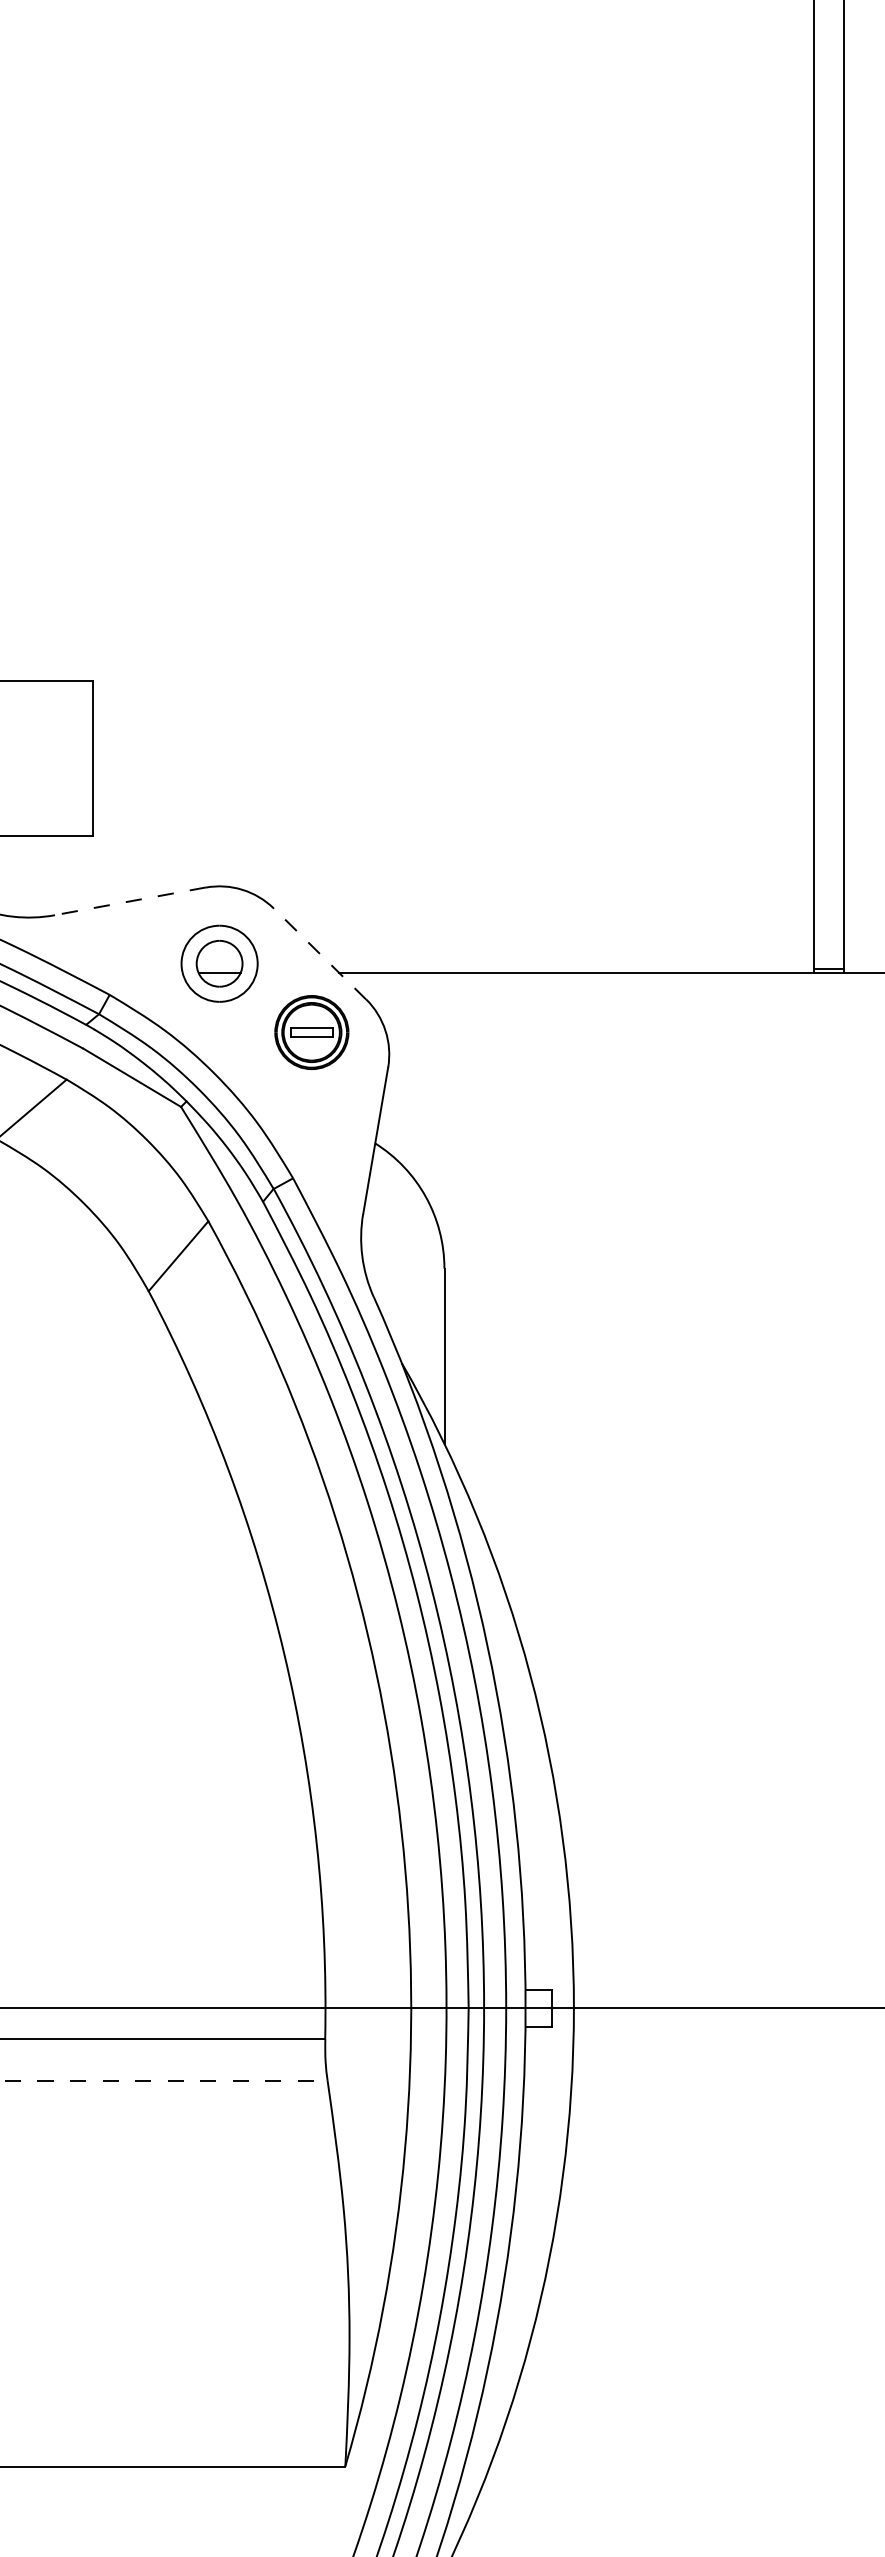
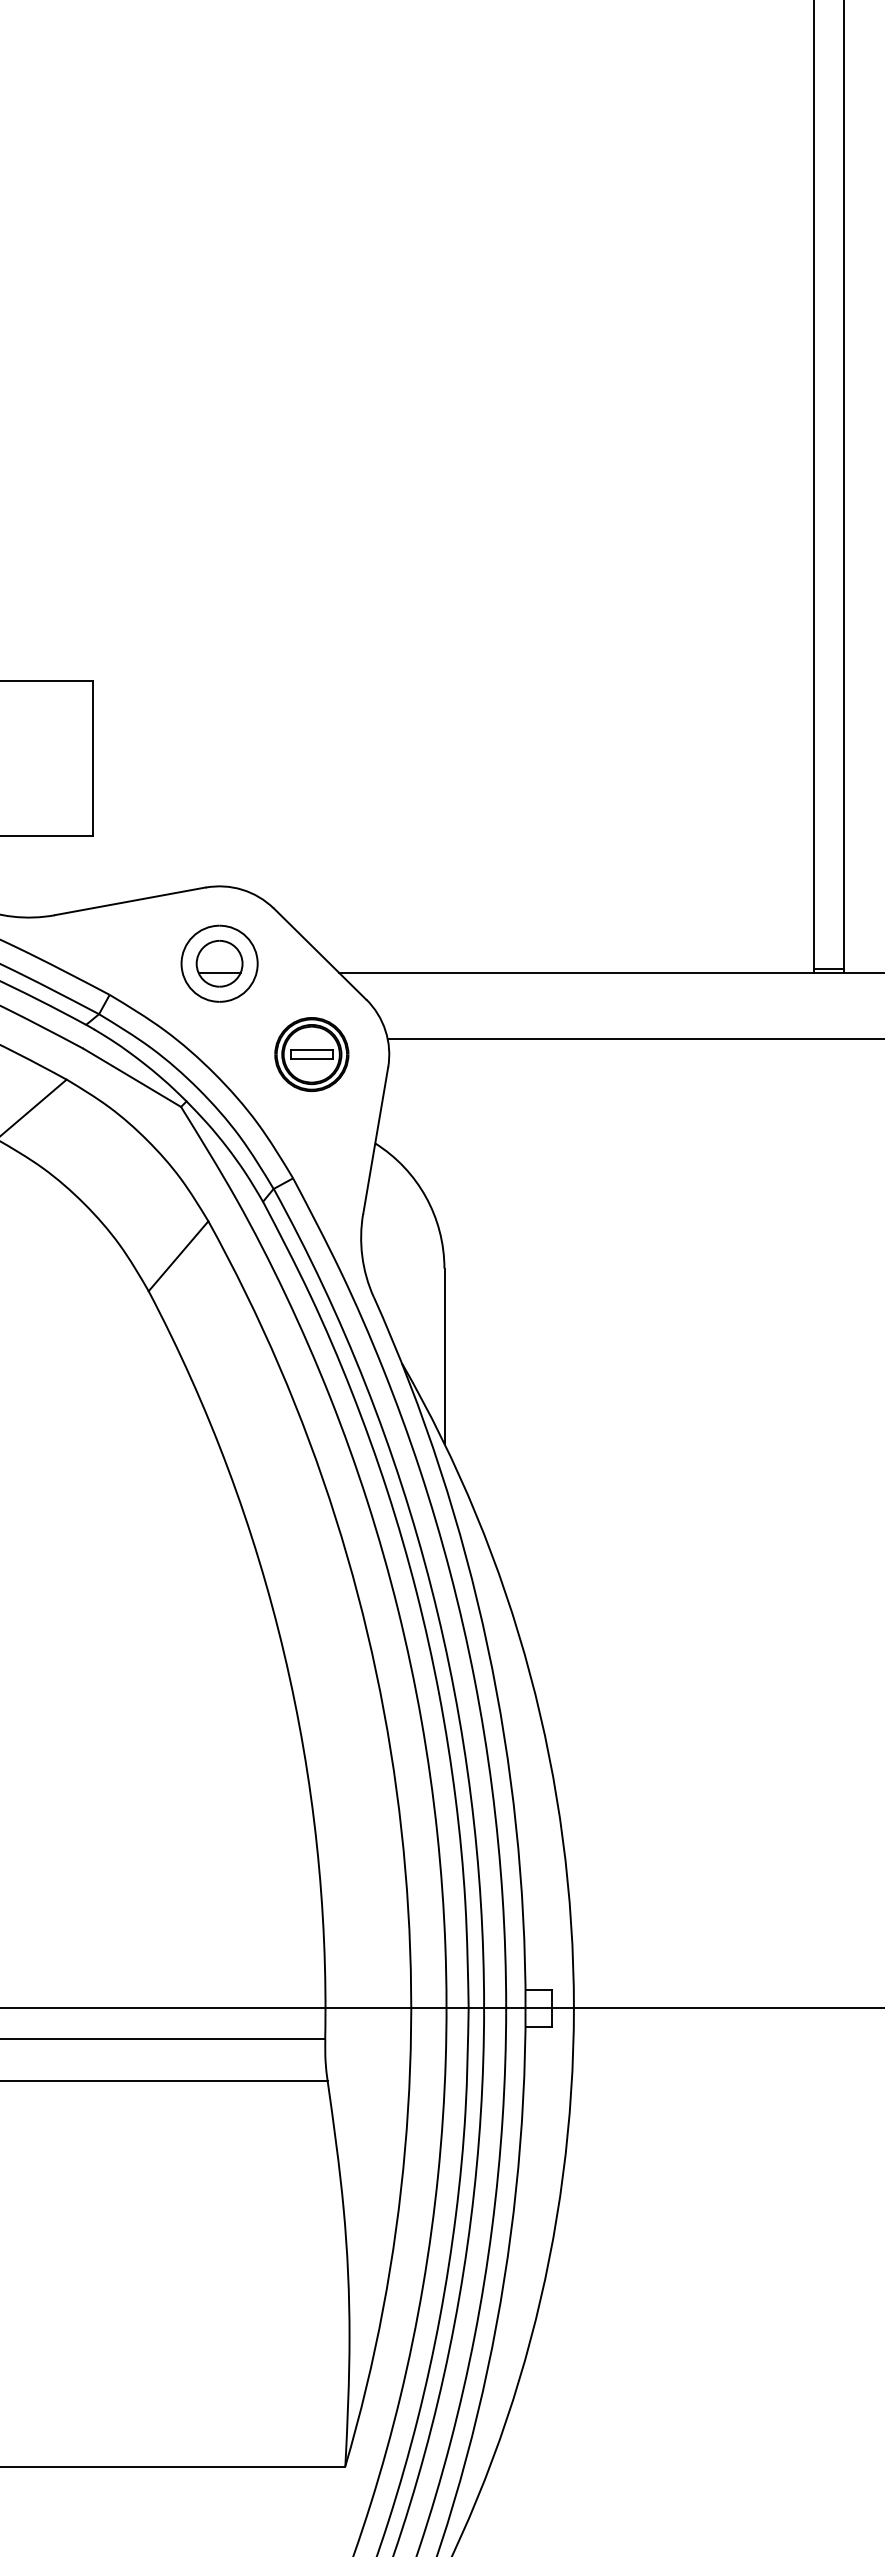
line at (130, 901): dashed -> solid
line at (320, 954): dashed -> solid
part at (311, 1032) position: (311, 1032) -> (311, 1054)
line at (634, 1039): none -> present
line at (164, 2080): dashed -> solid
